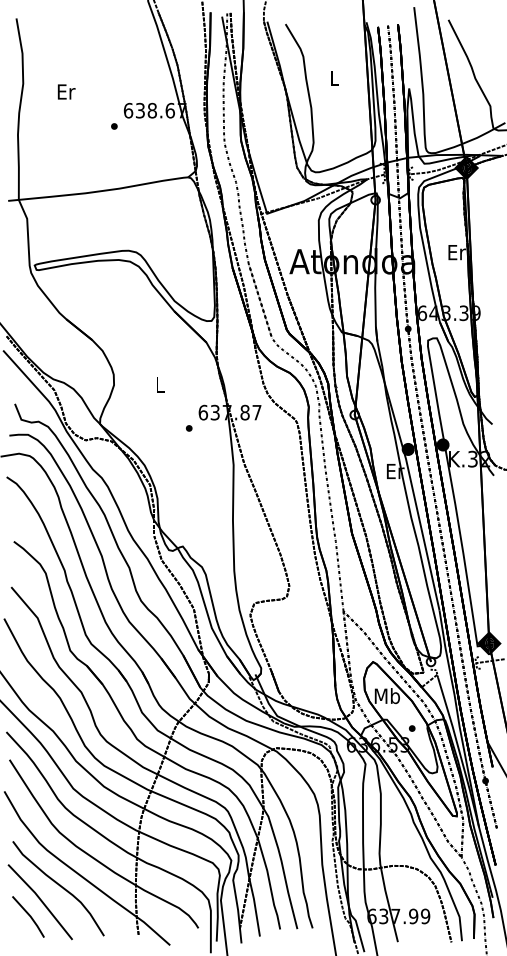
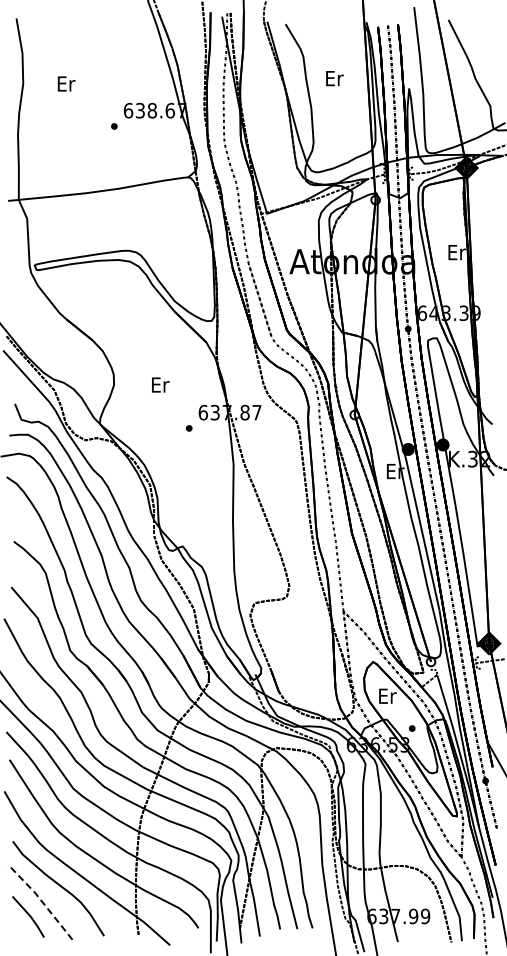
text at (334, 78): L -> Er
text at (66, 91) position: (66, 91) -> (66, 83)
text at (160, 384): L -> Er
text at (386, 696): Mb -> Er
line at (41, 900): solid -> dashed
